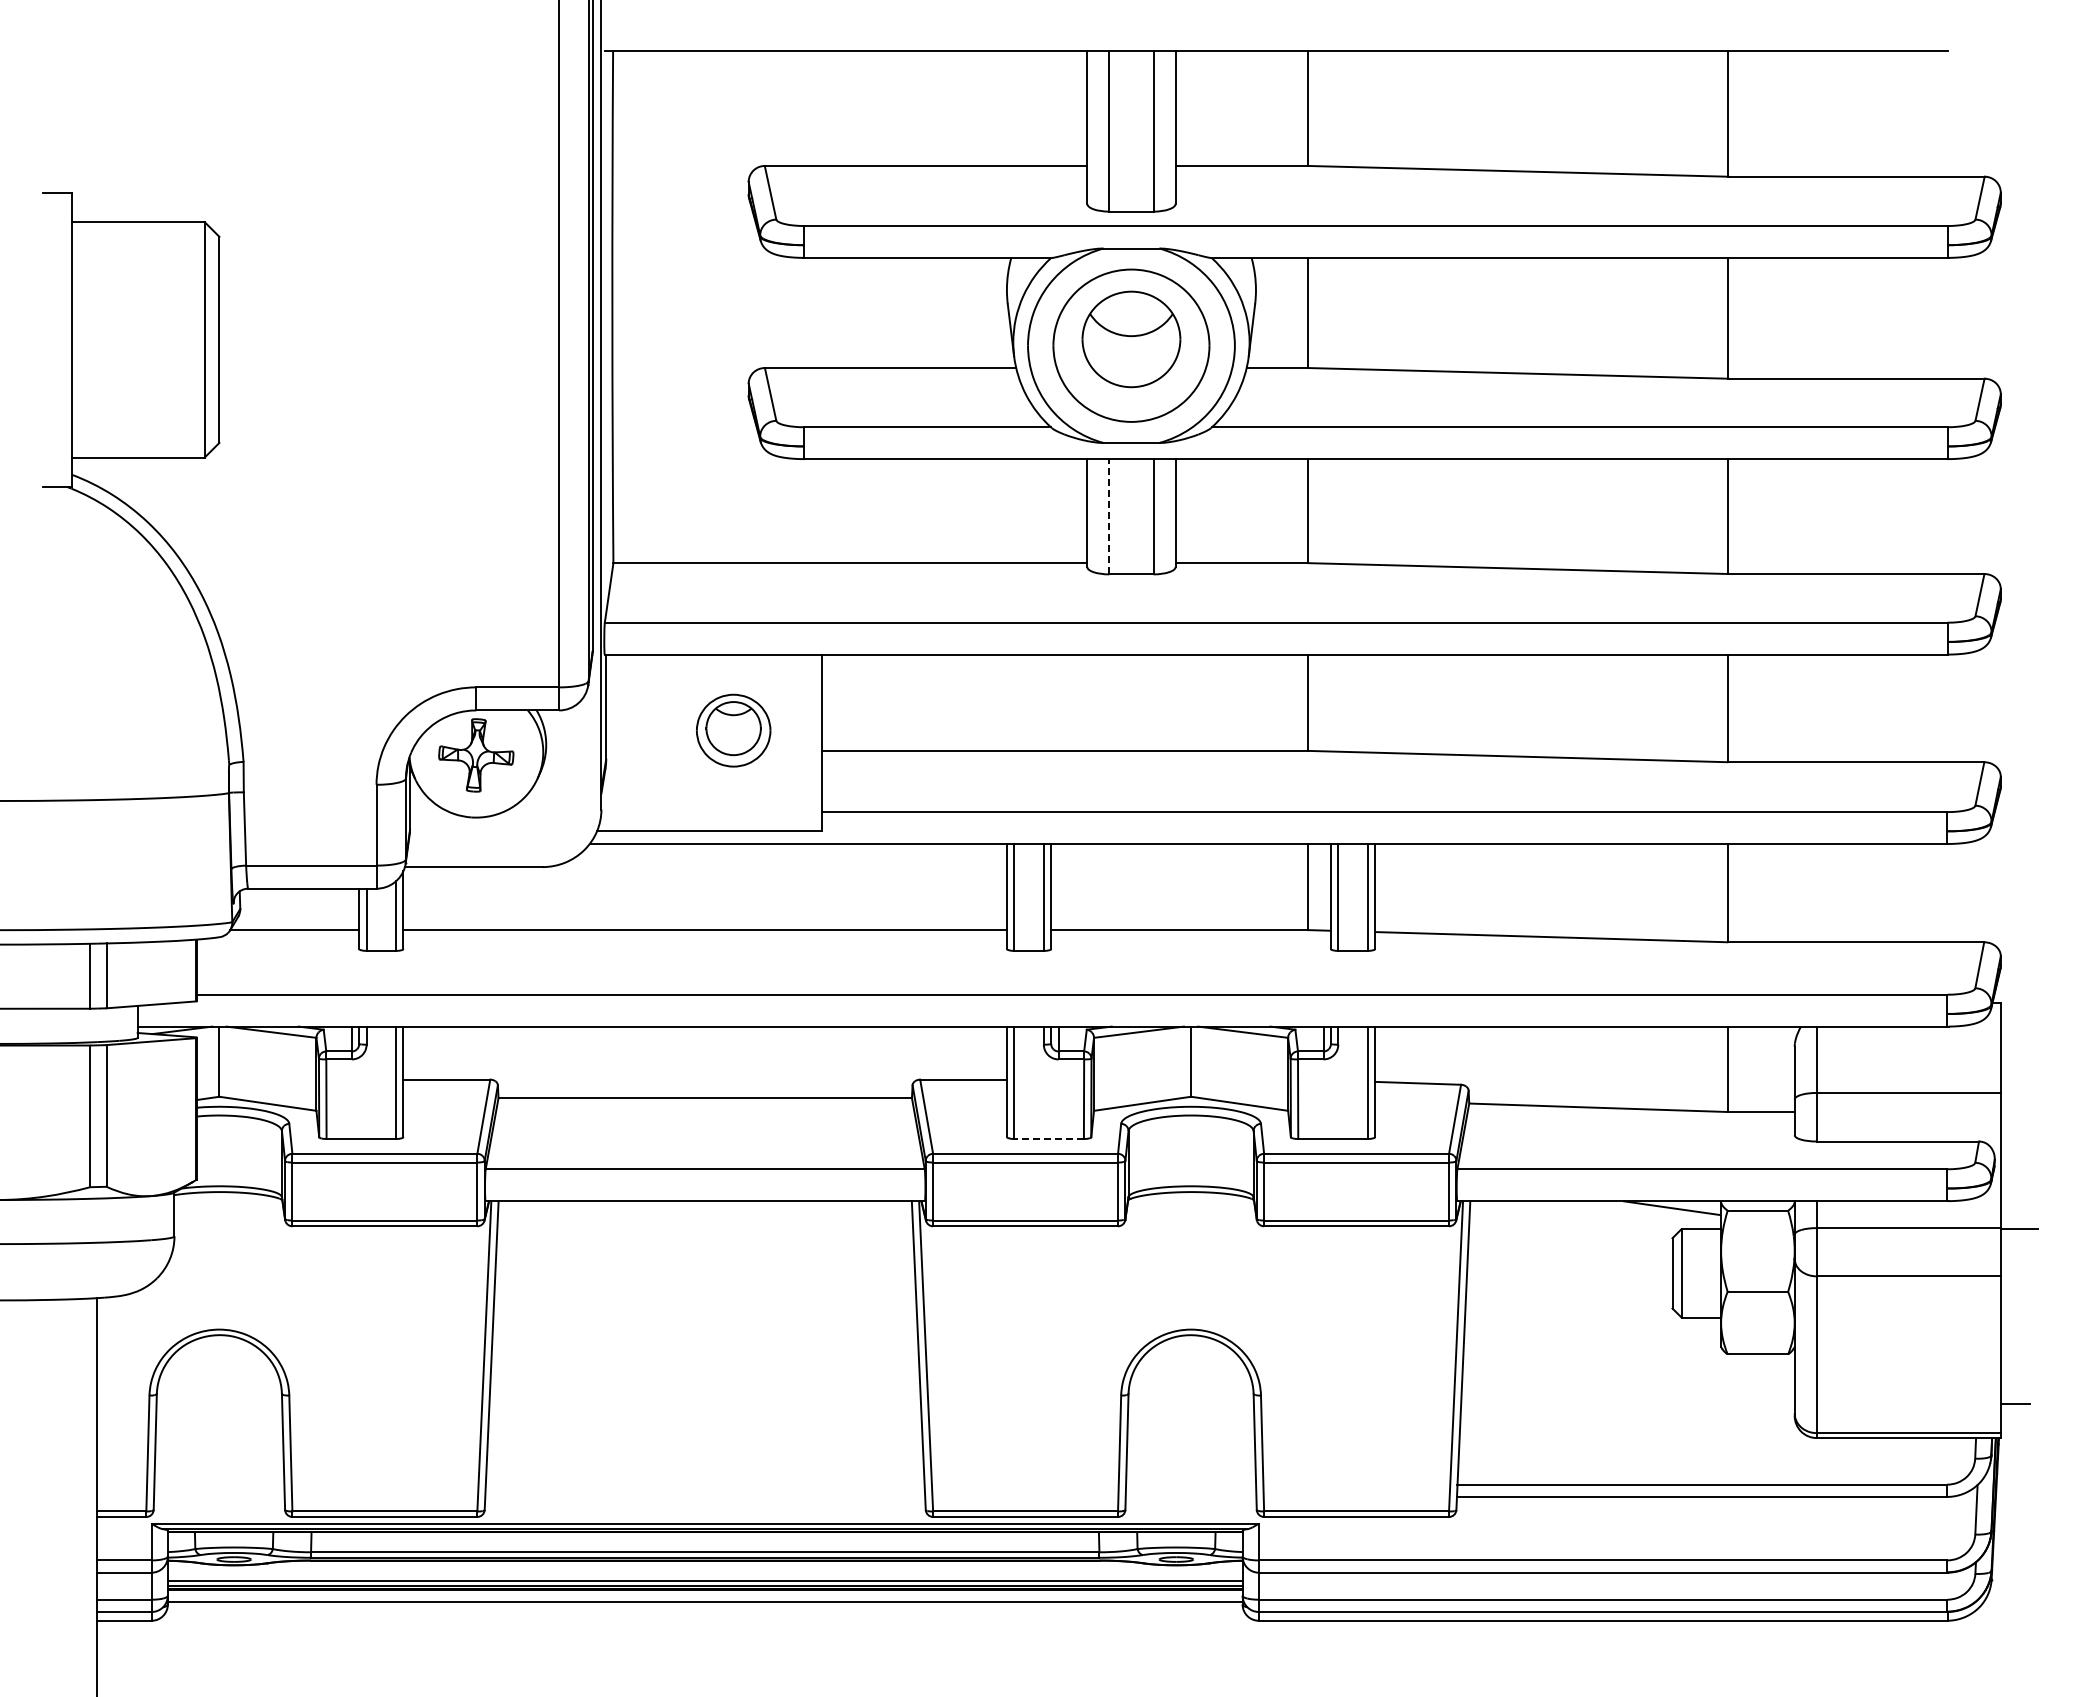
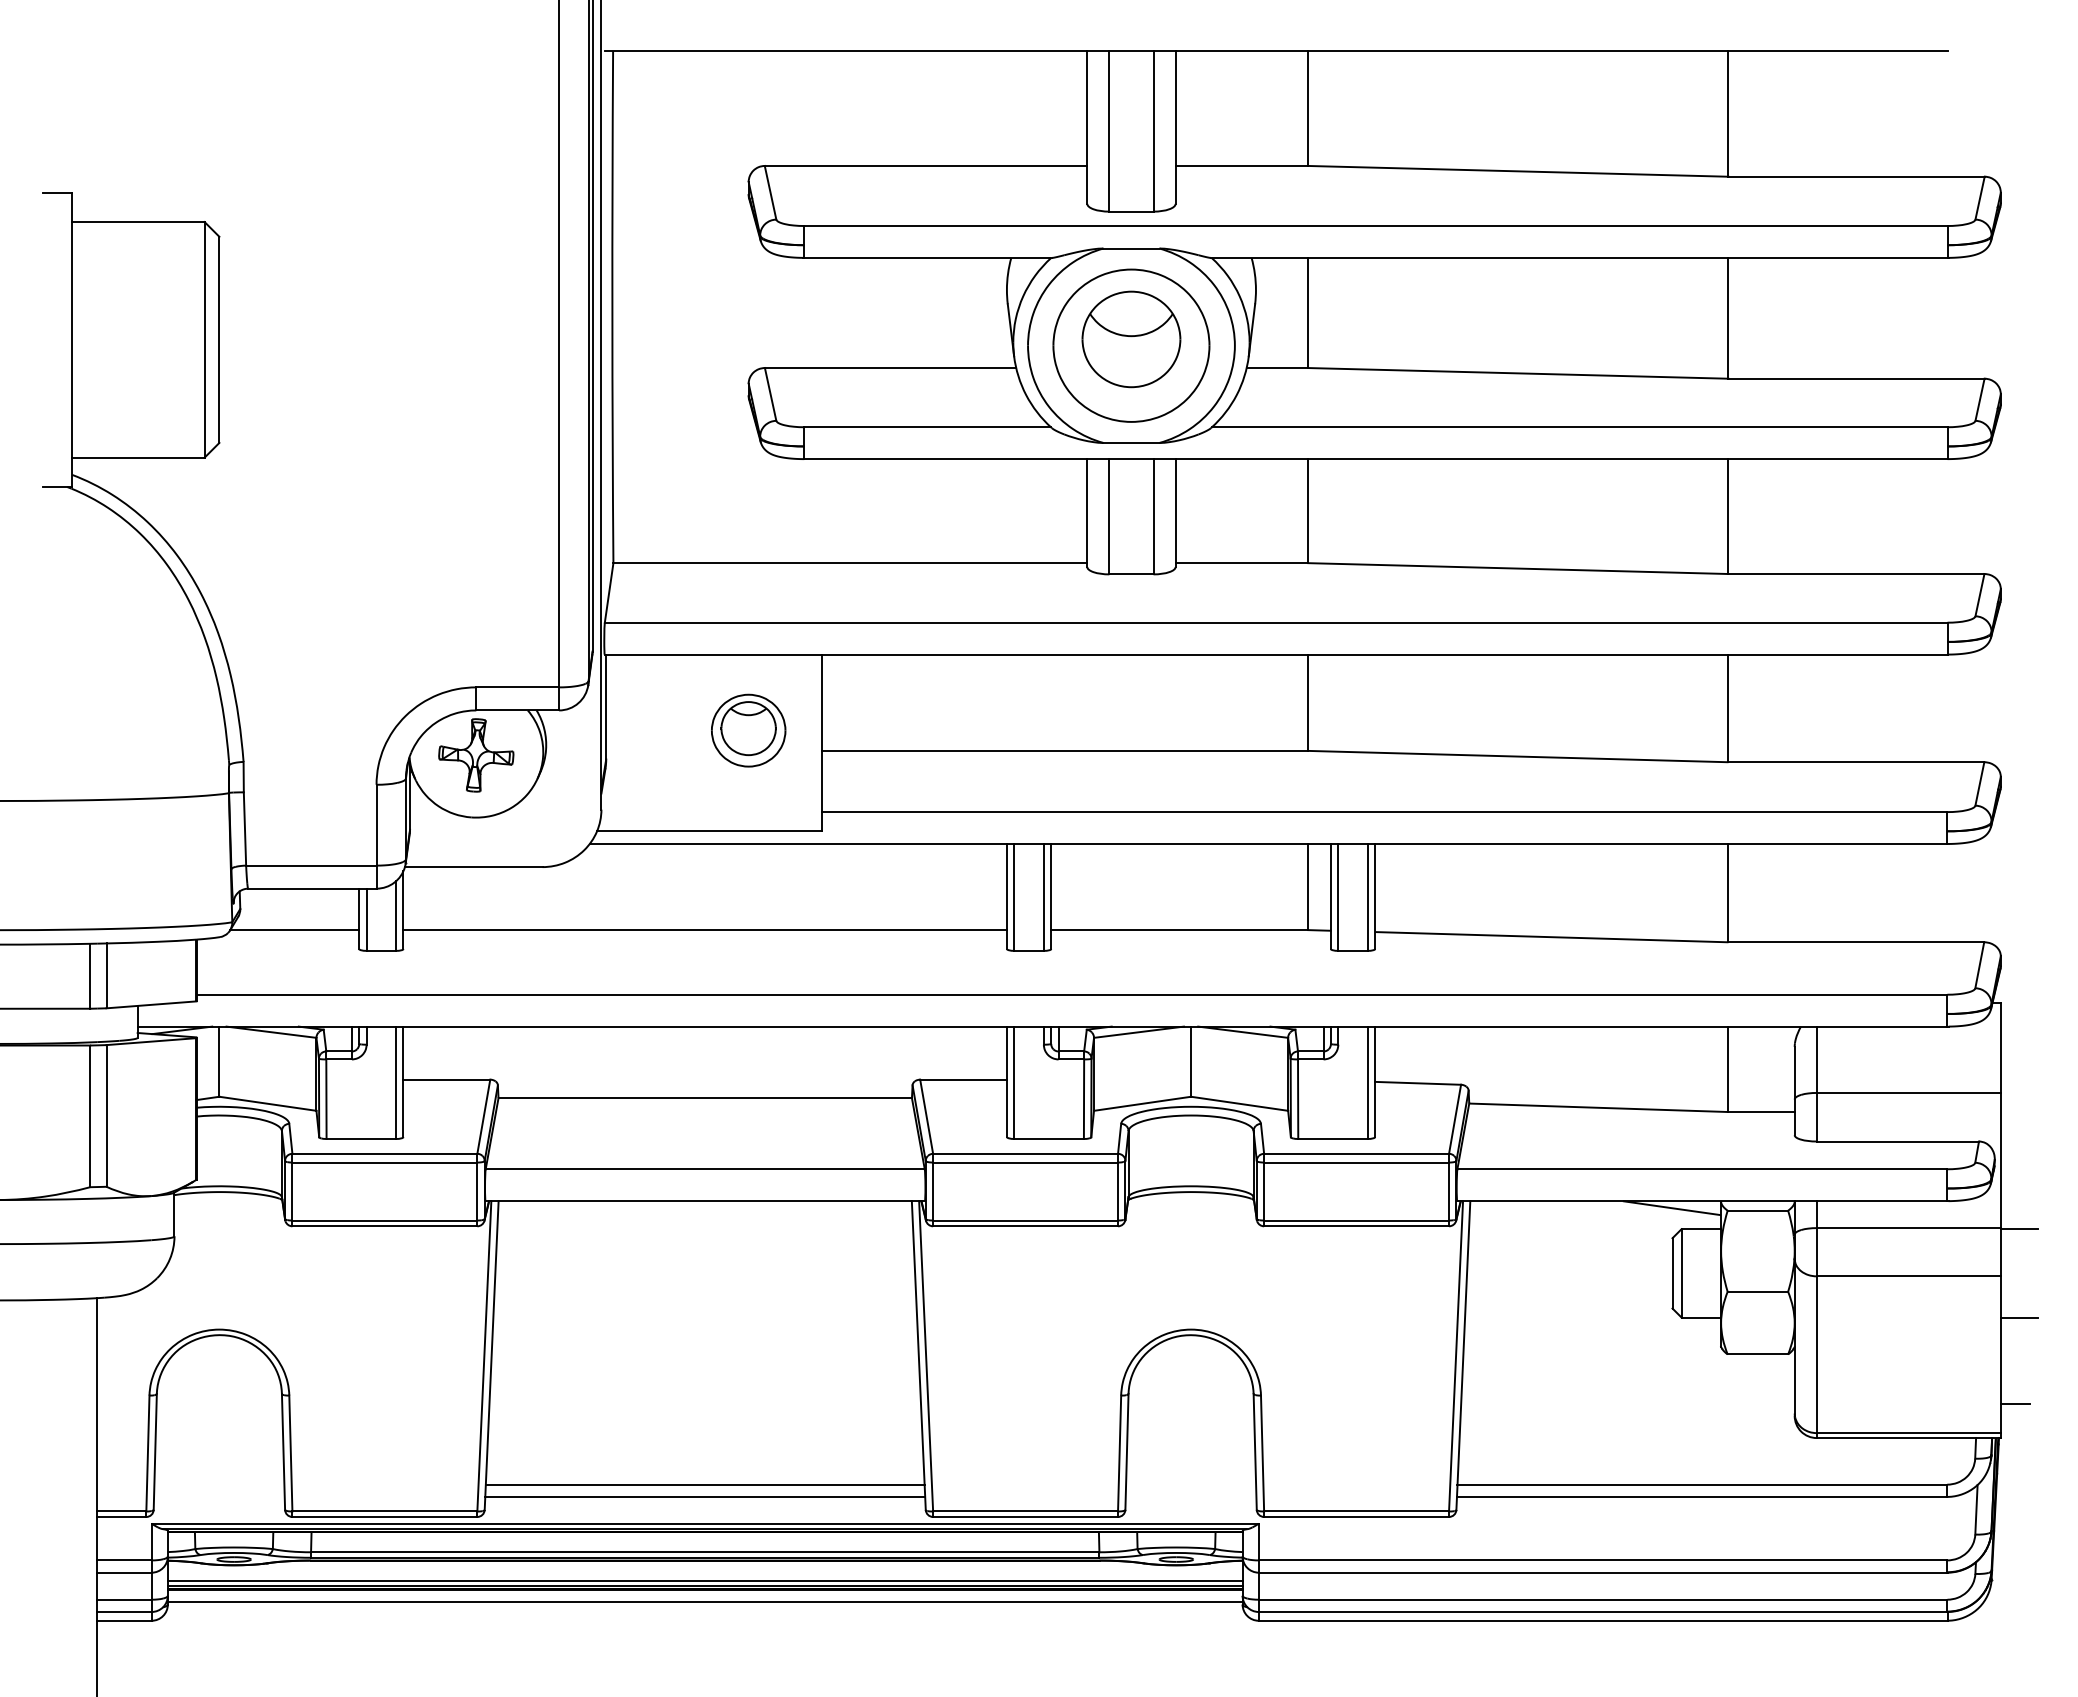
line at (1109, 516): dashed -> solid
part at (733, 730) position: (733, 730) -> (748, 730)
line at (1049, 1139): dashed -> solid
line at (2018, 1317): none -> present
line at (704, 1484): none -> present
line at (705, 1496): none -> present
